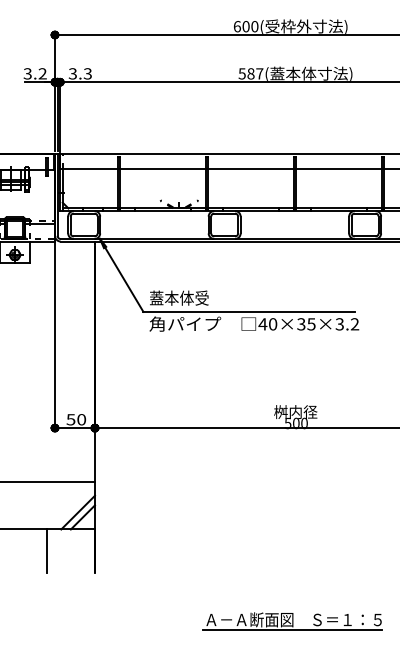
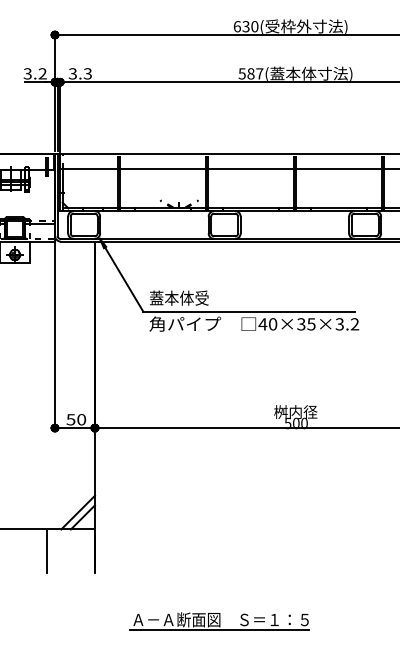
text at (245, 26): 600( -> 630(
line at (48, 481): present -> none
part at (292, 621) position: (292, 621) -> (219, 621)
